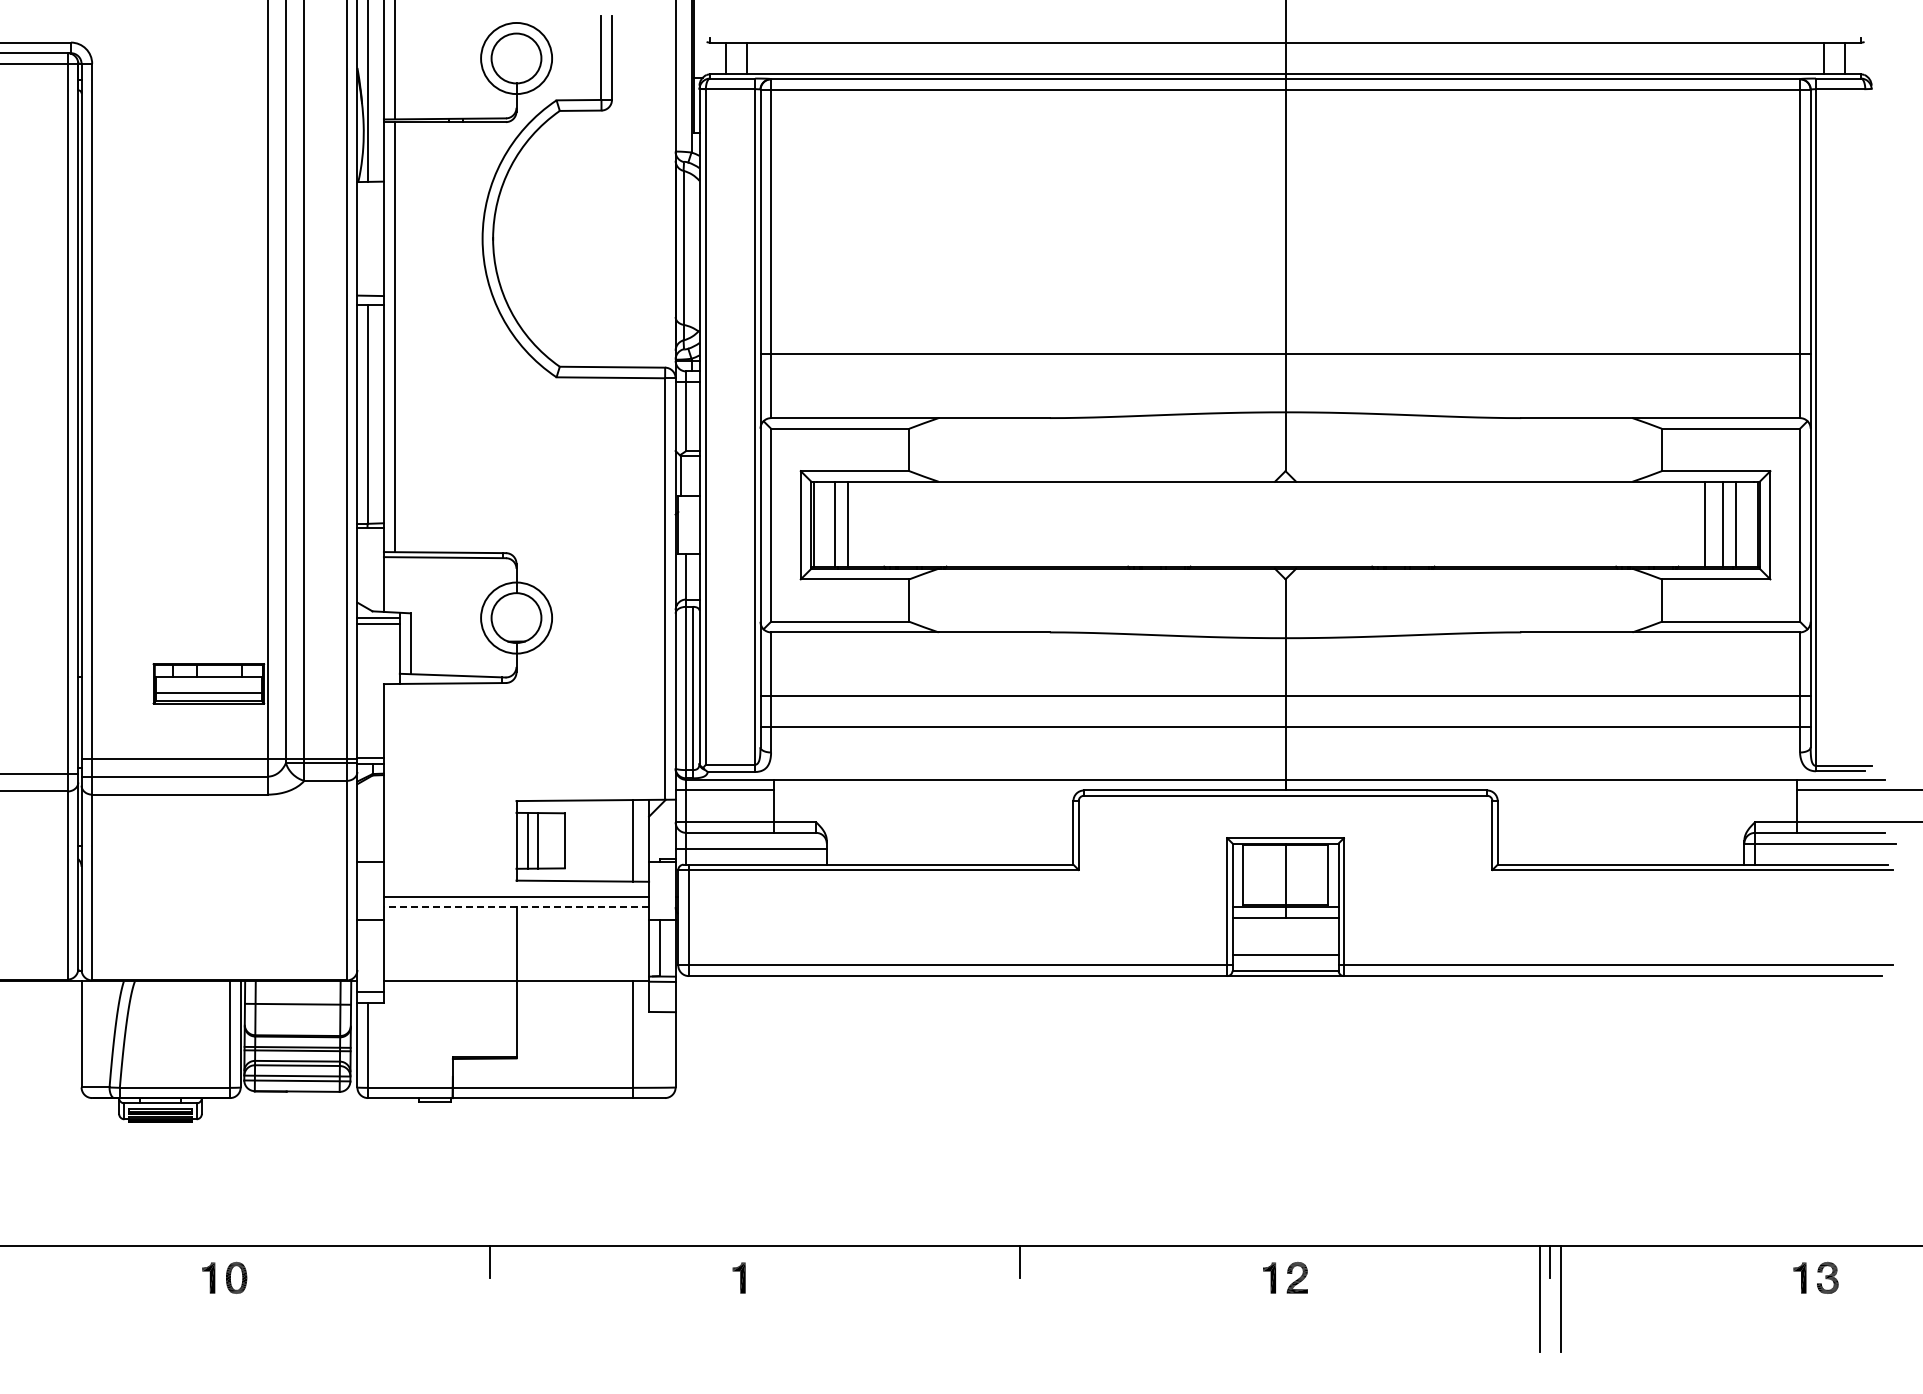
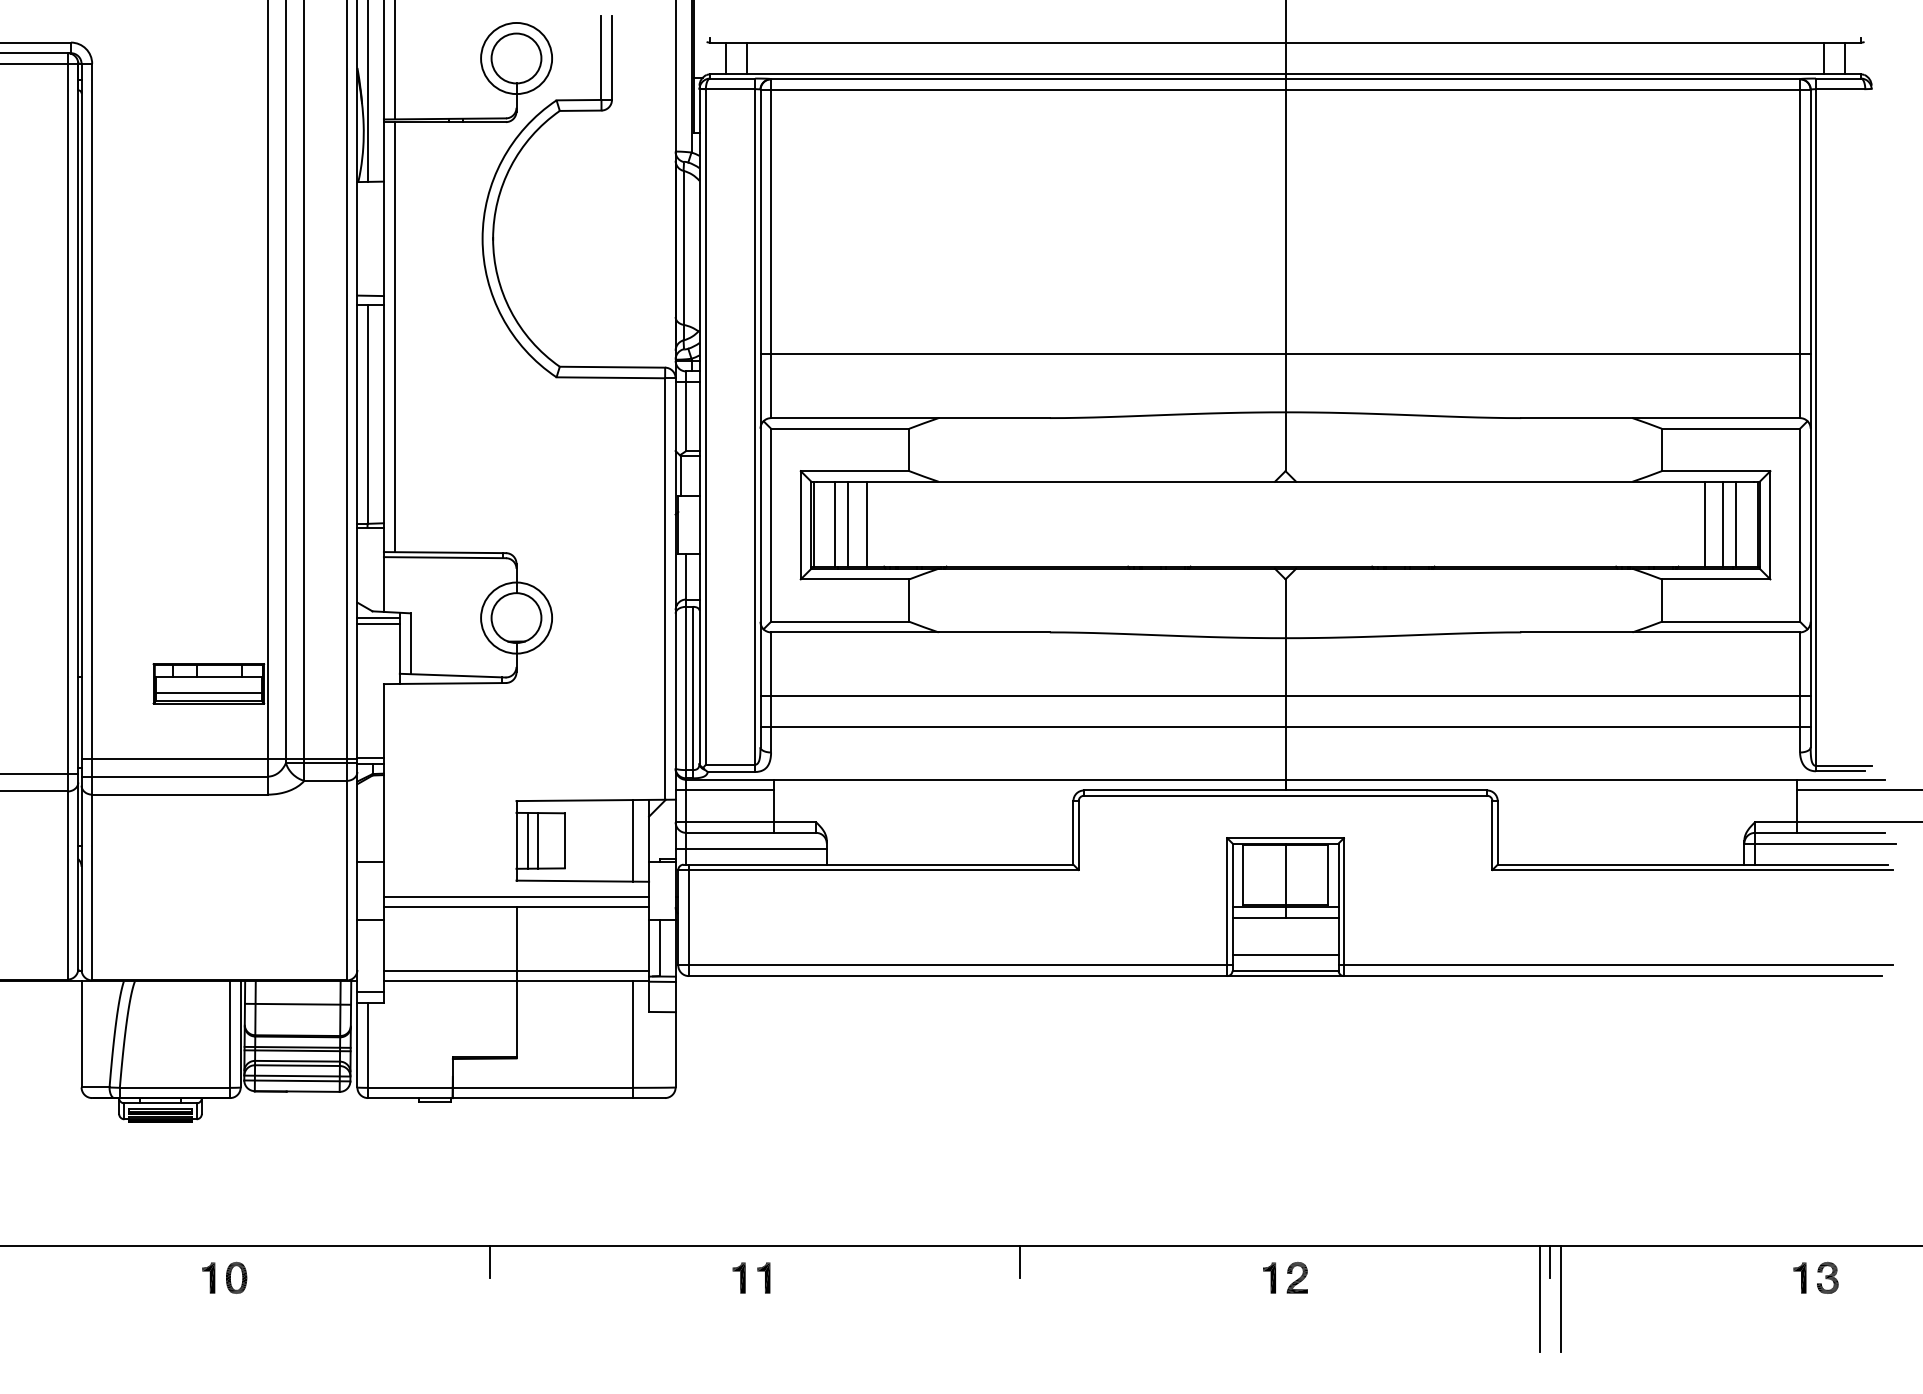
line at (866, 523): none -> present
line at (516, 907): dashed -> solid
line at (516, 971): none -> present
part at (763, 1277): none -> present
